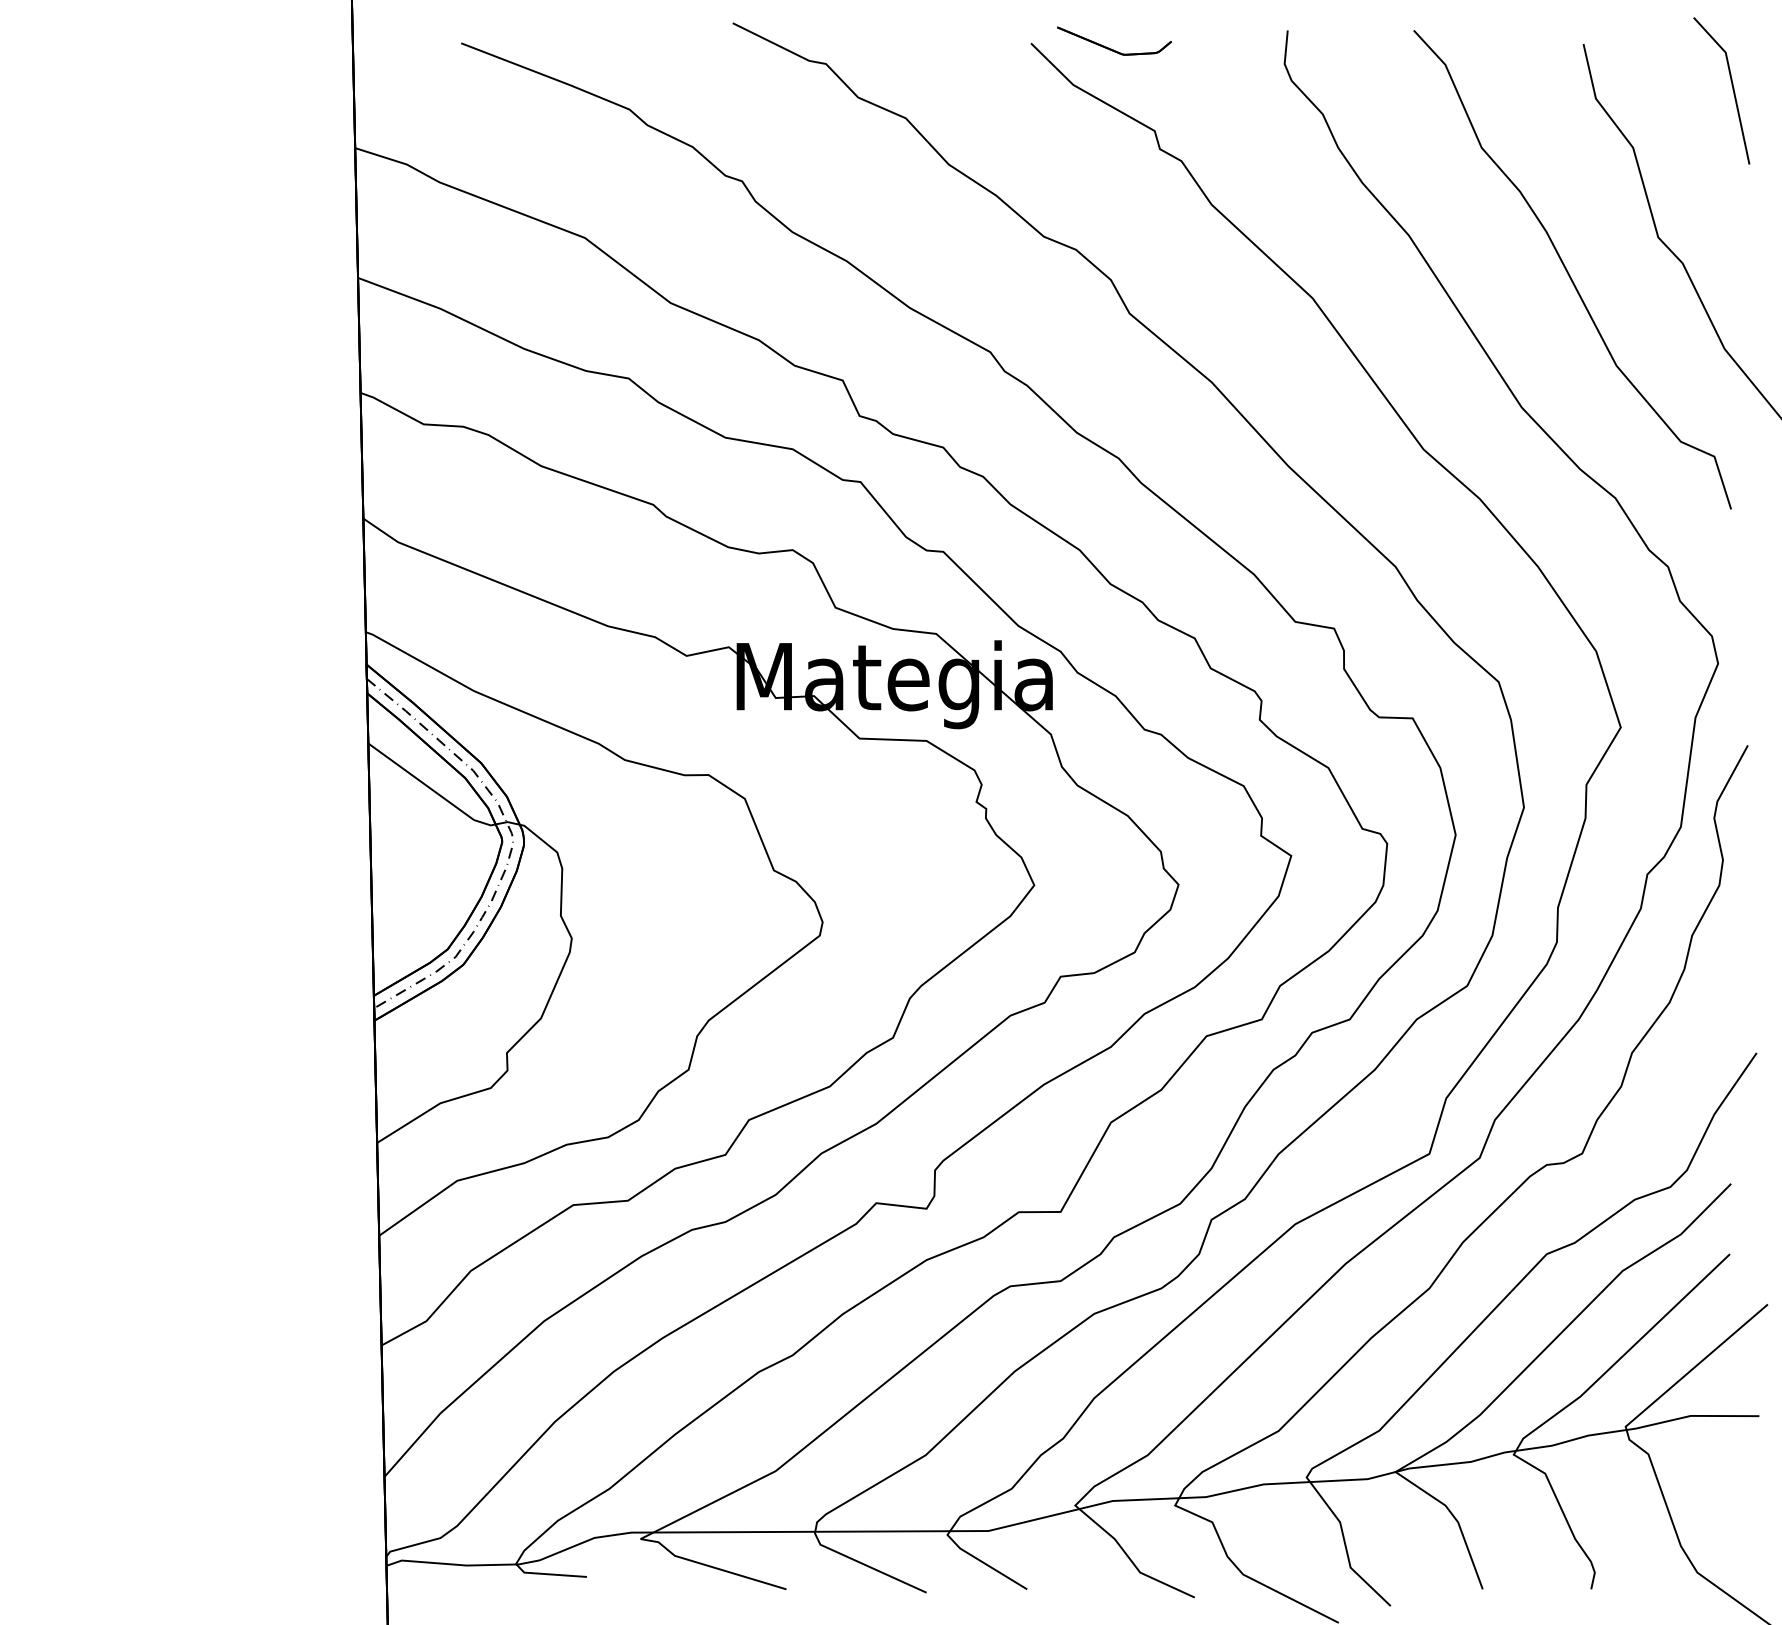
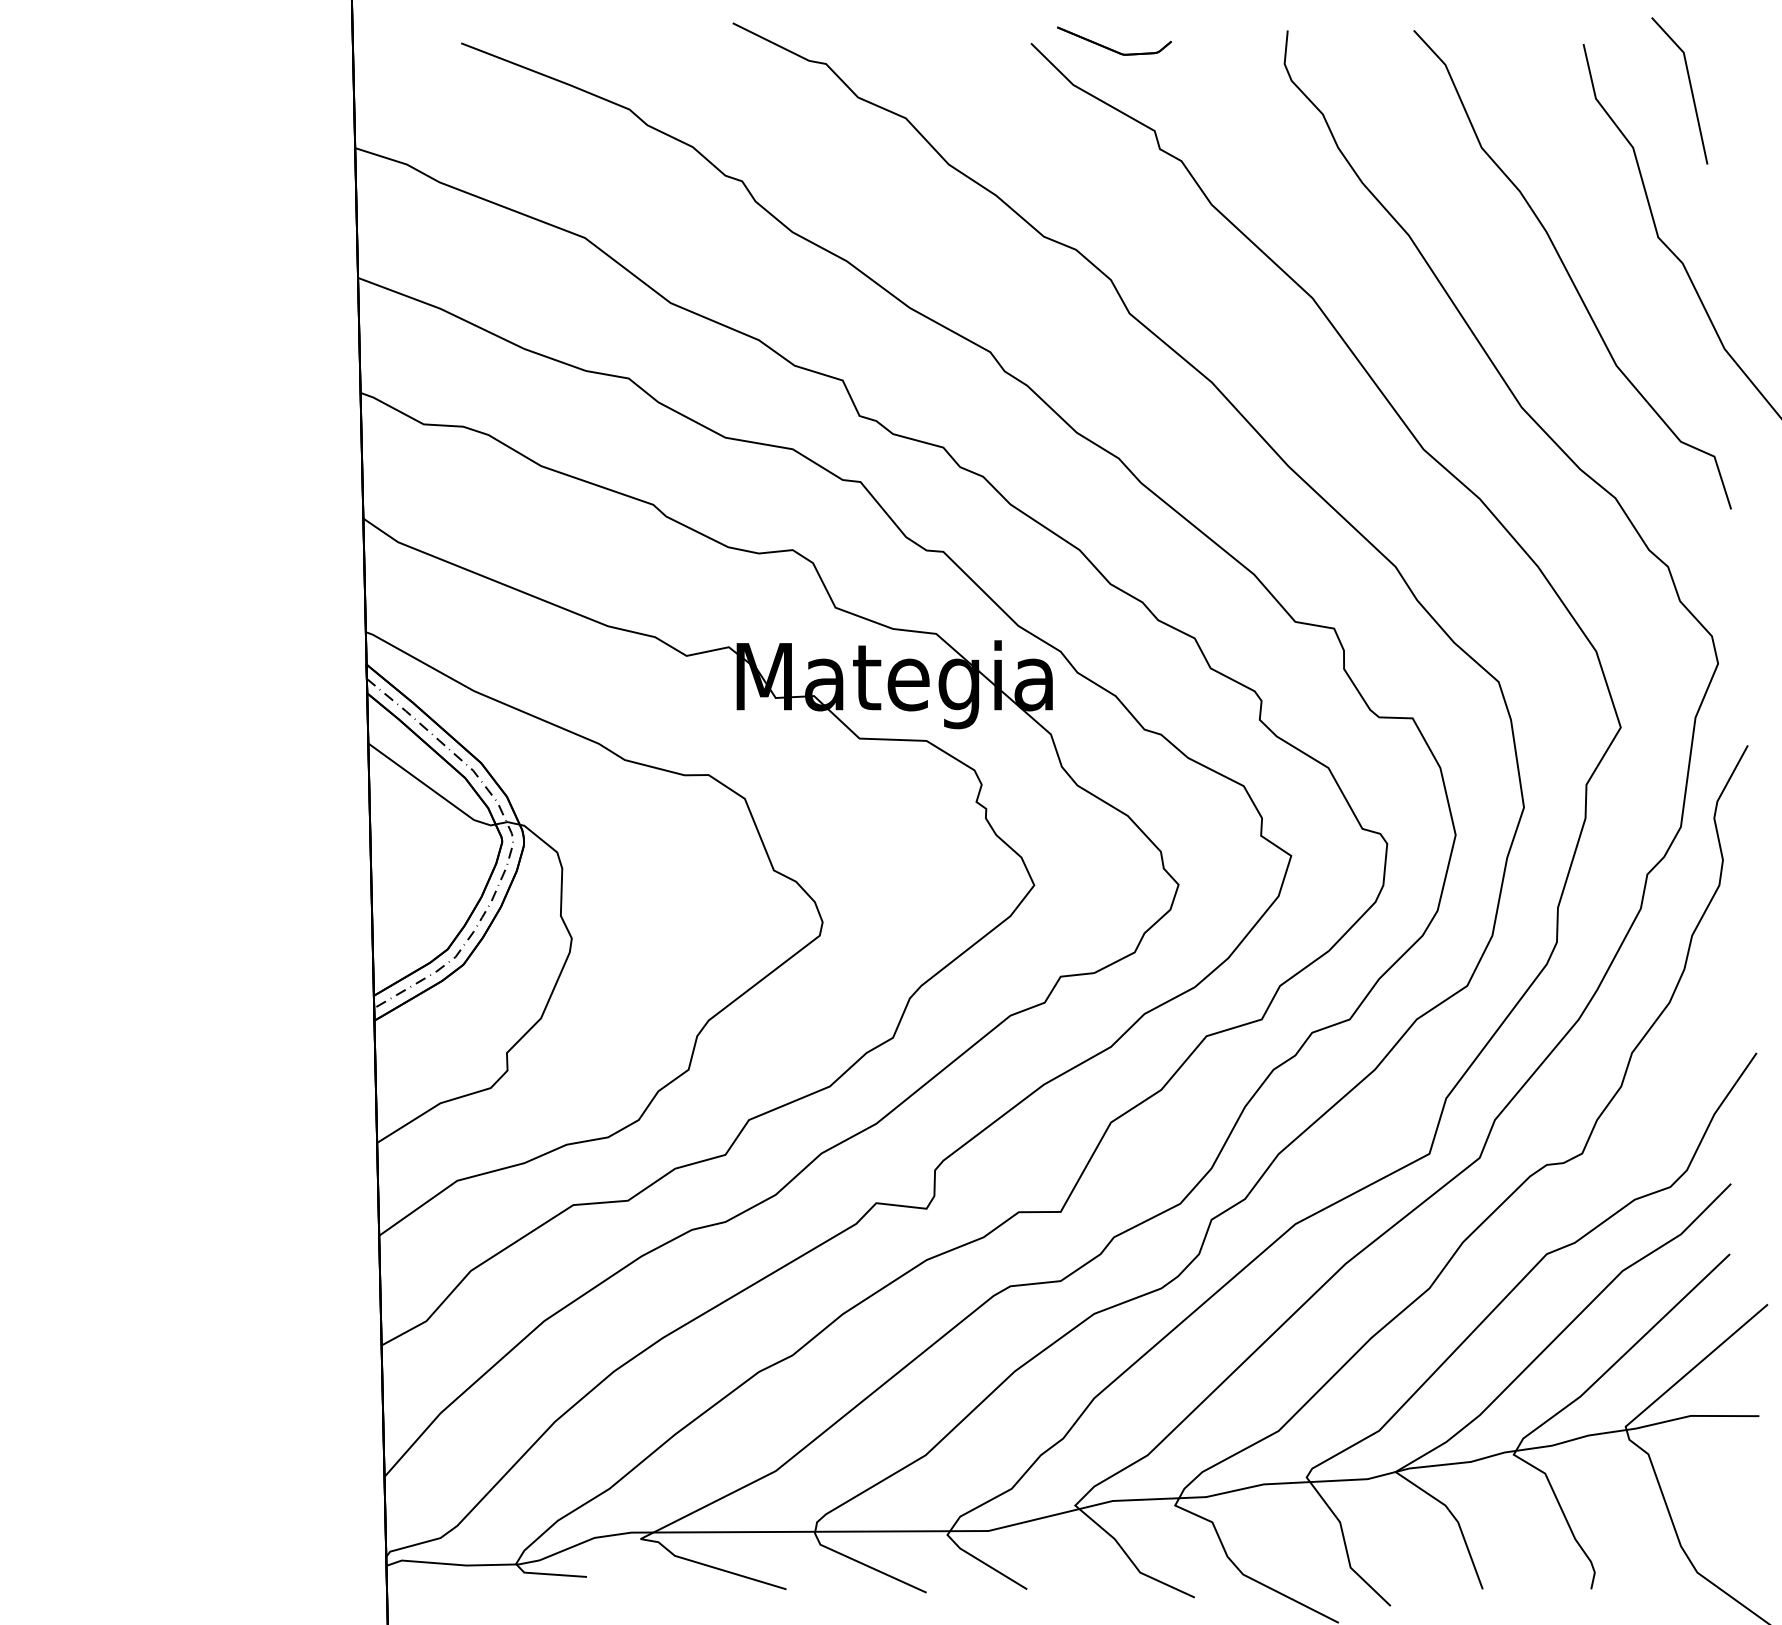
line at (1732, 90) position: (1732, 90) -> (1690, 90)
